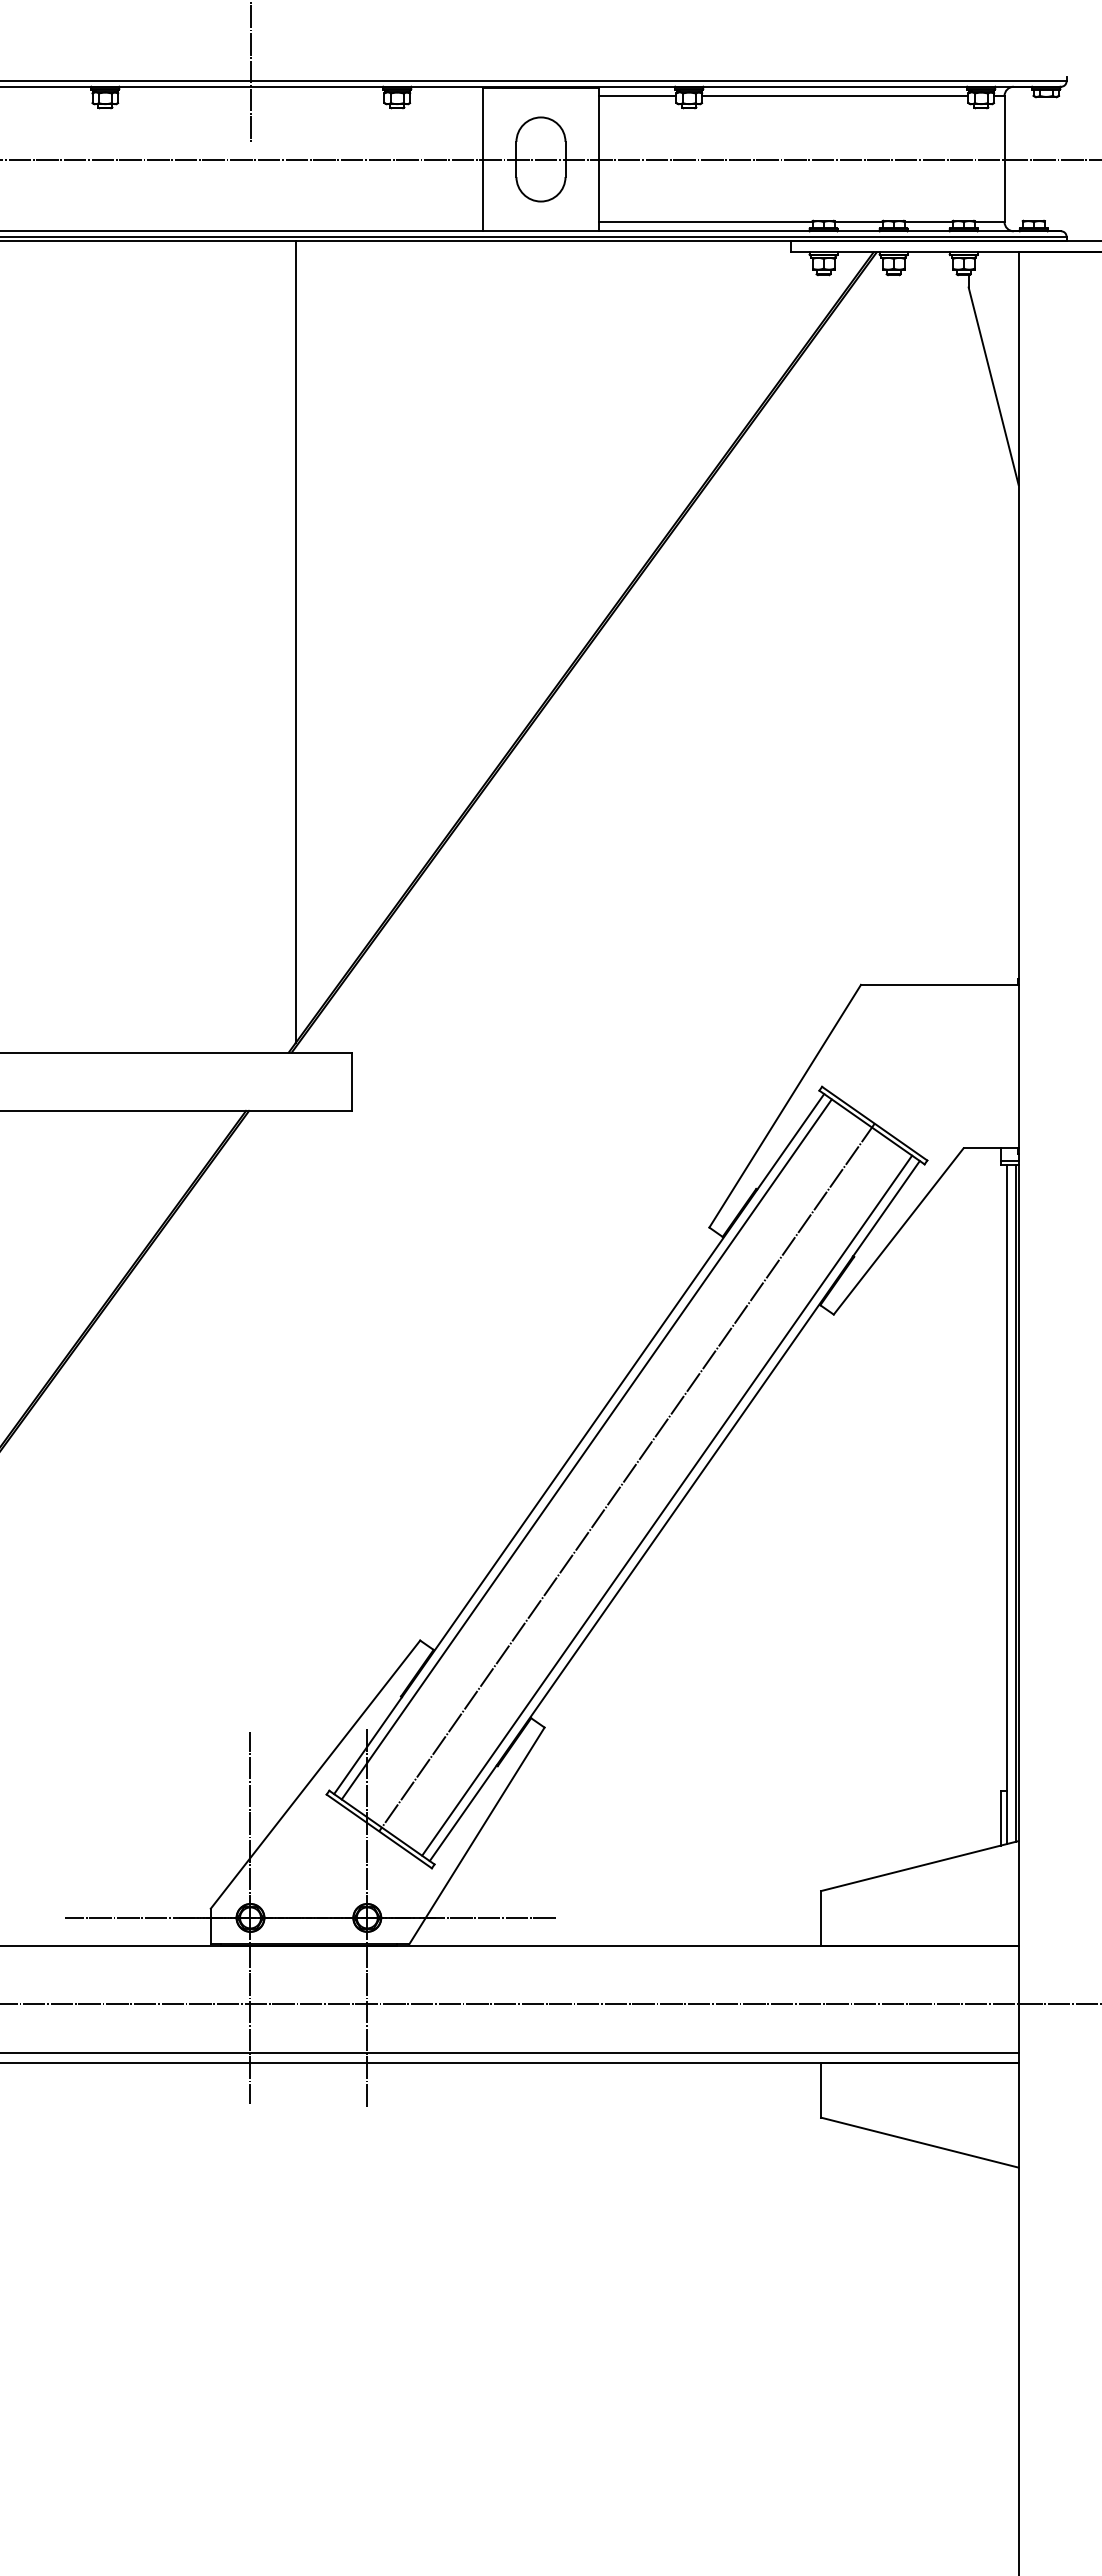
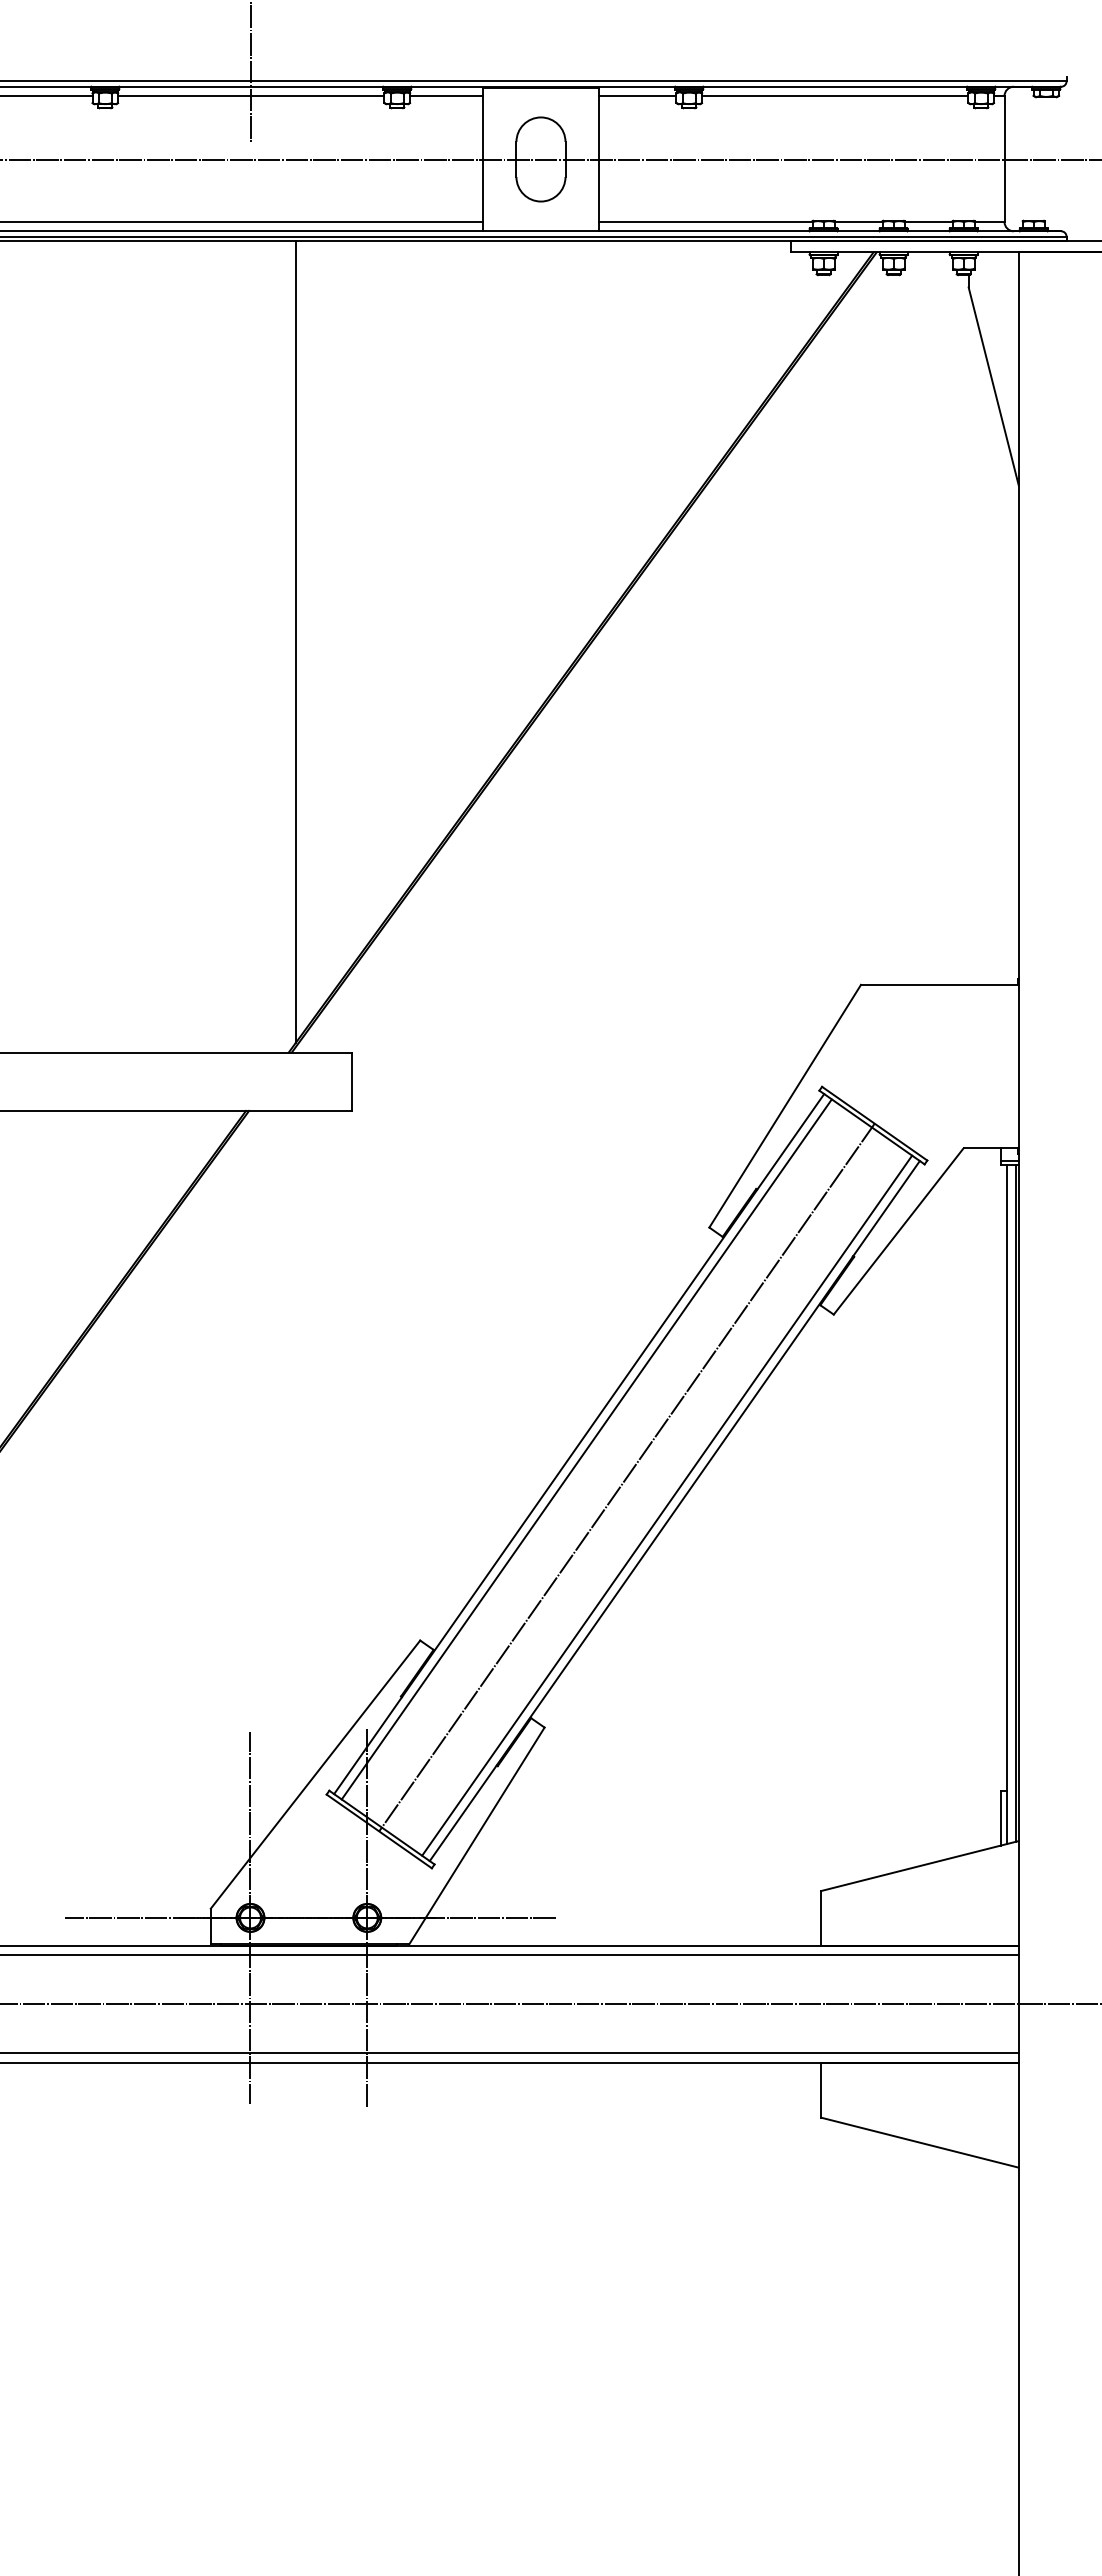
line at (47, 96): none -> present
line at (251, 96): none -> present
line at (446, 96): none -> present
line at (242, 221): none -> present
line at (510, 1955): none -> present
